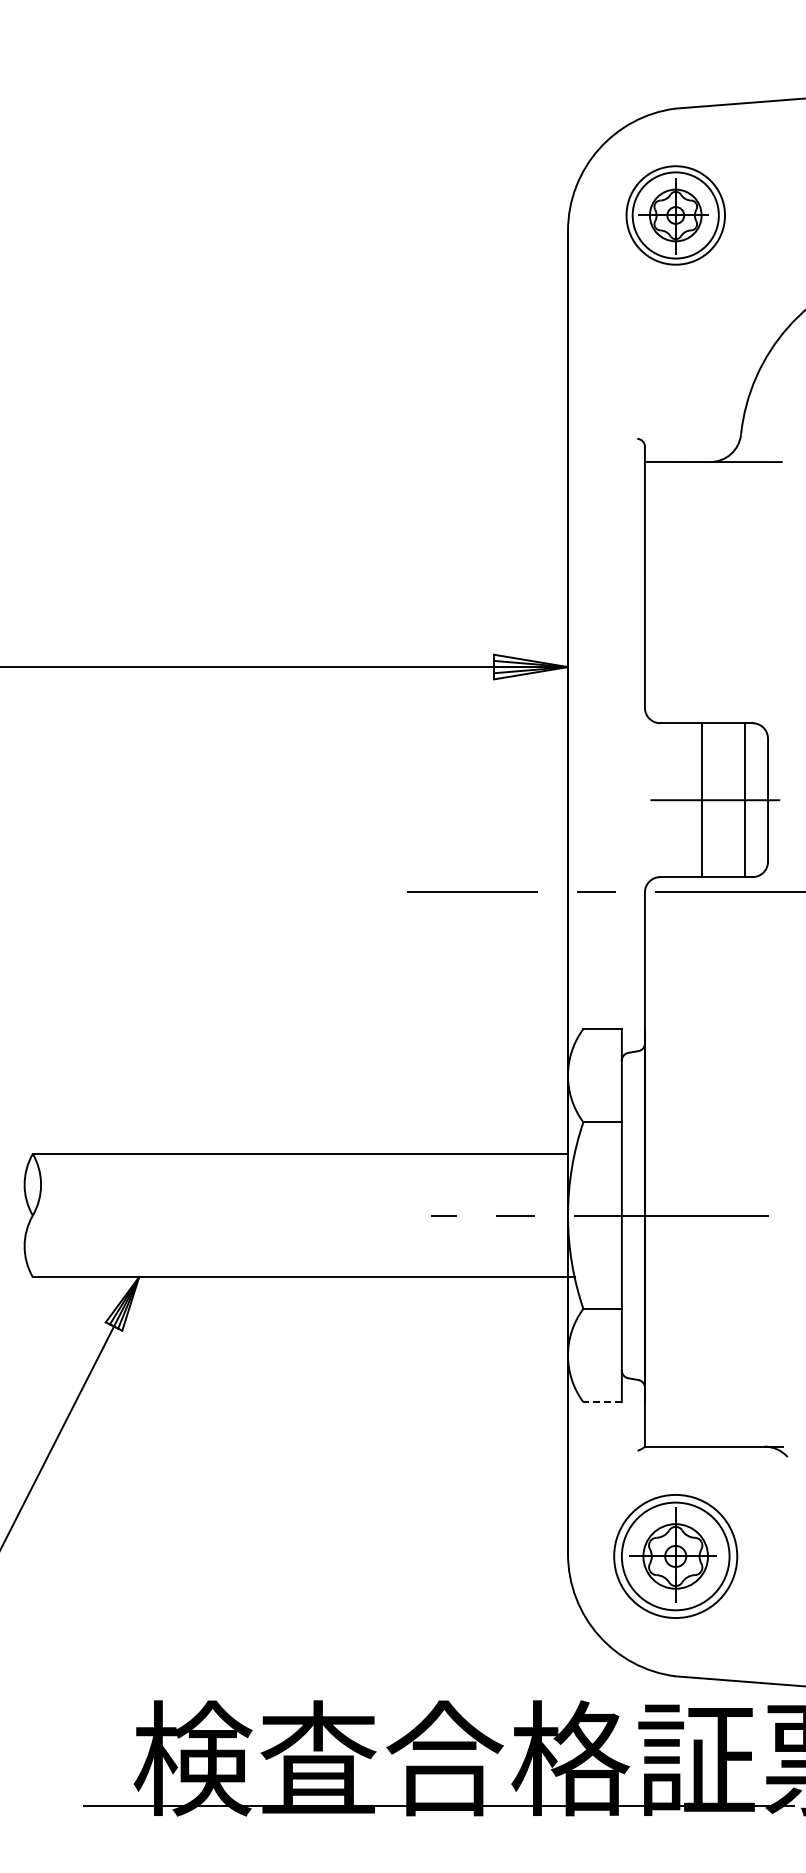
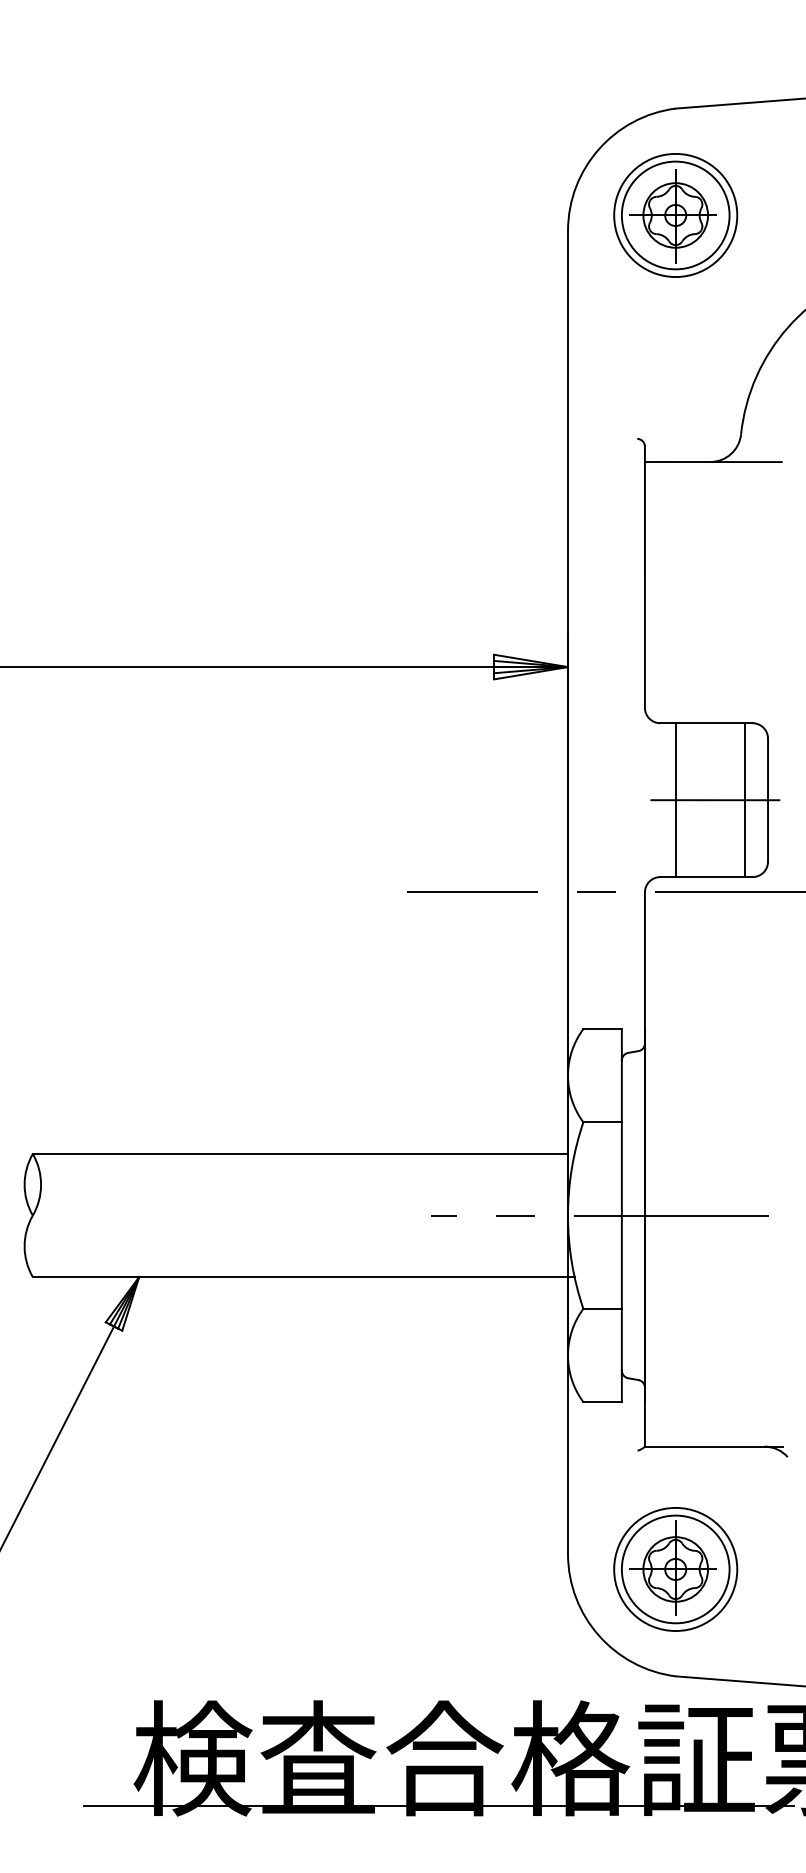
part at (675, 215) size: 101x101 px -> 126x125 px
line at (701, 800) position: (701, 800) -> (675, 800)
line at (602, 1402): dashed -> solid
part at (675, 1556) position: (675, 1556) -> (675, 1569)
